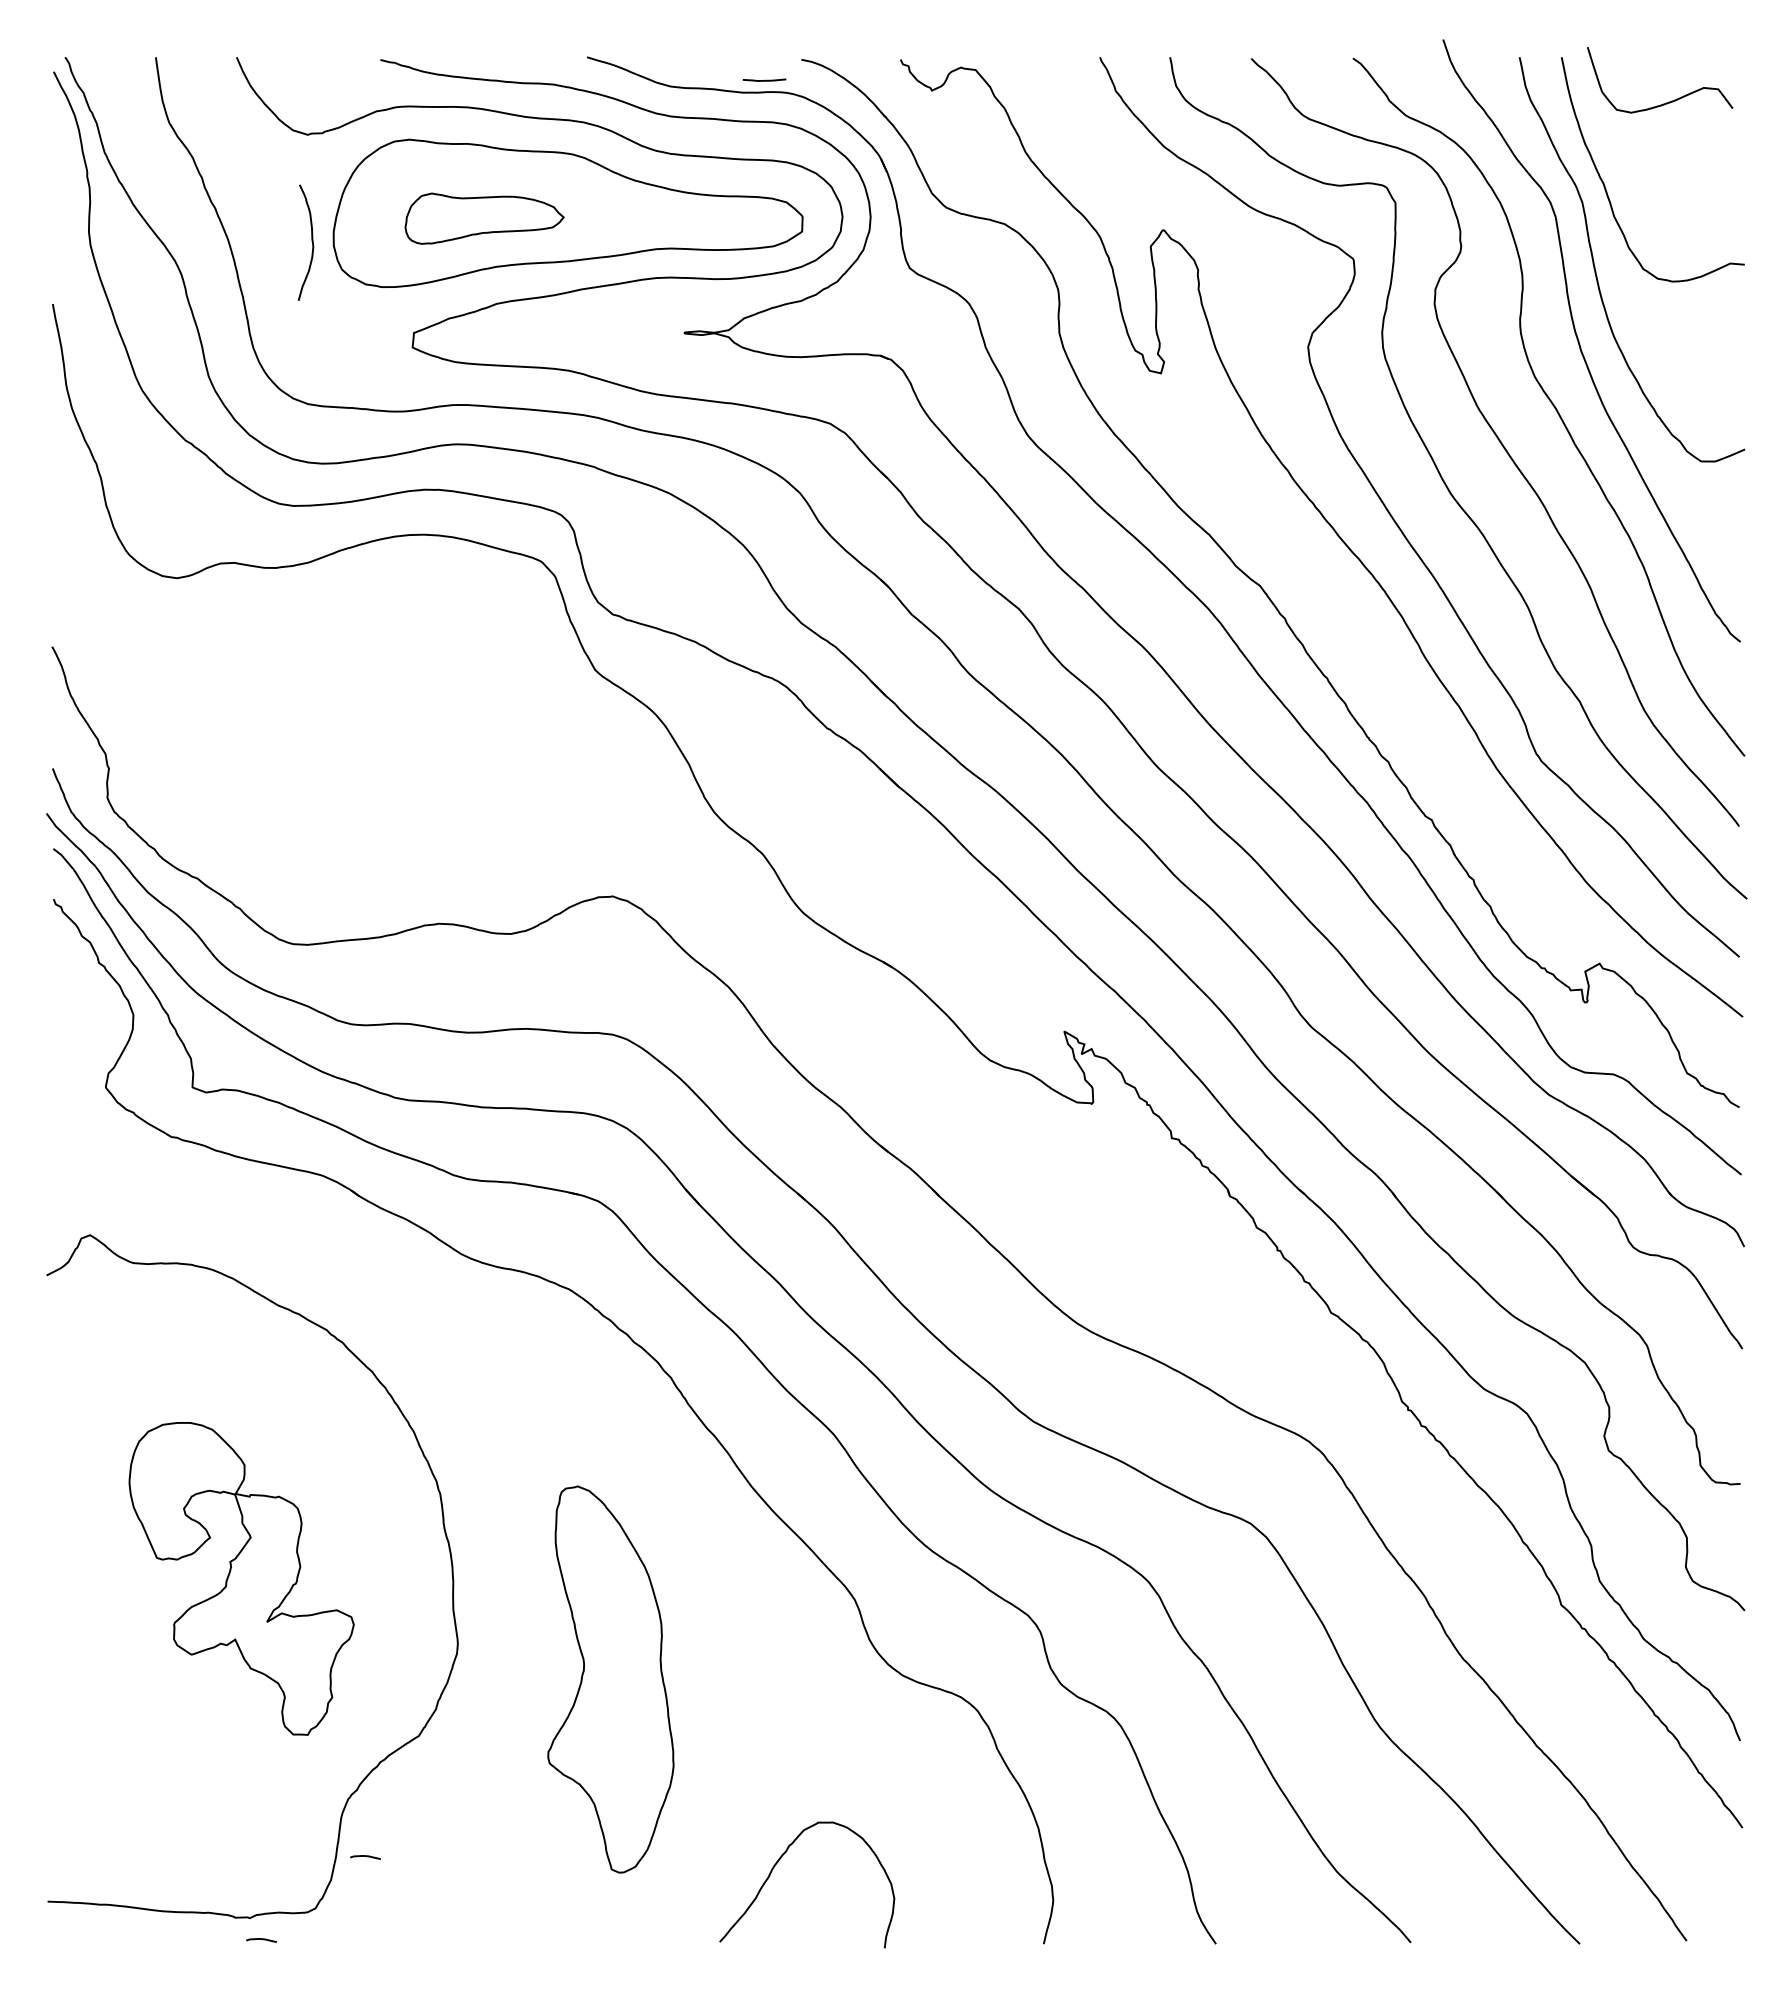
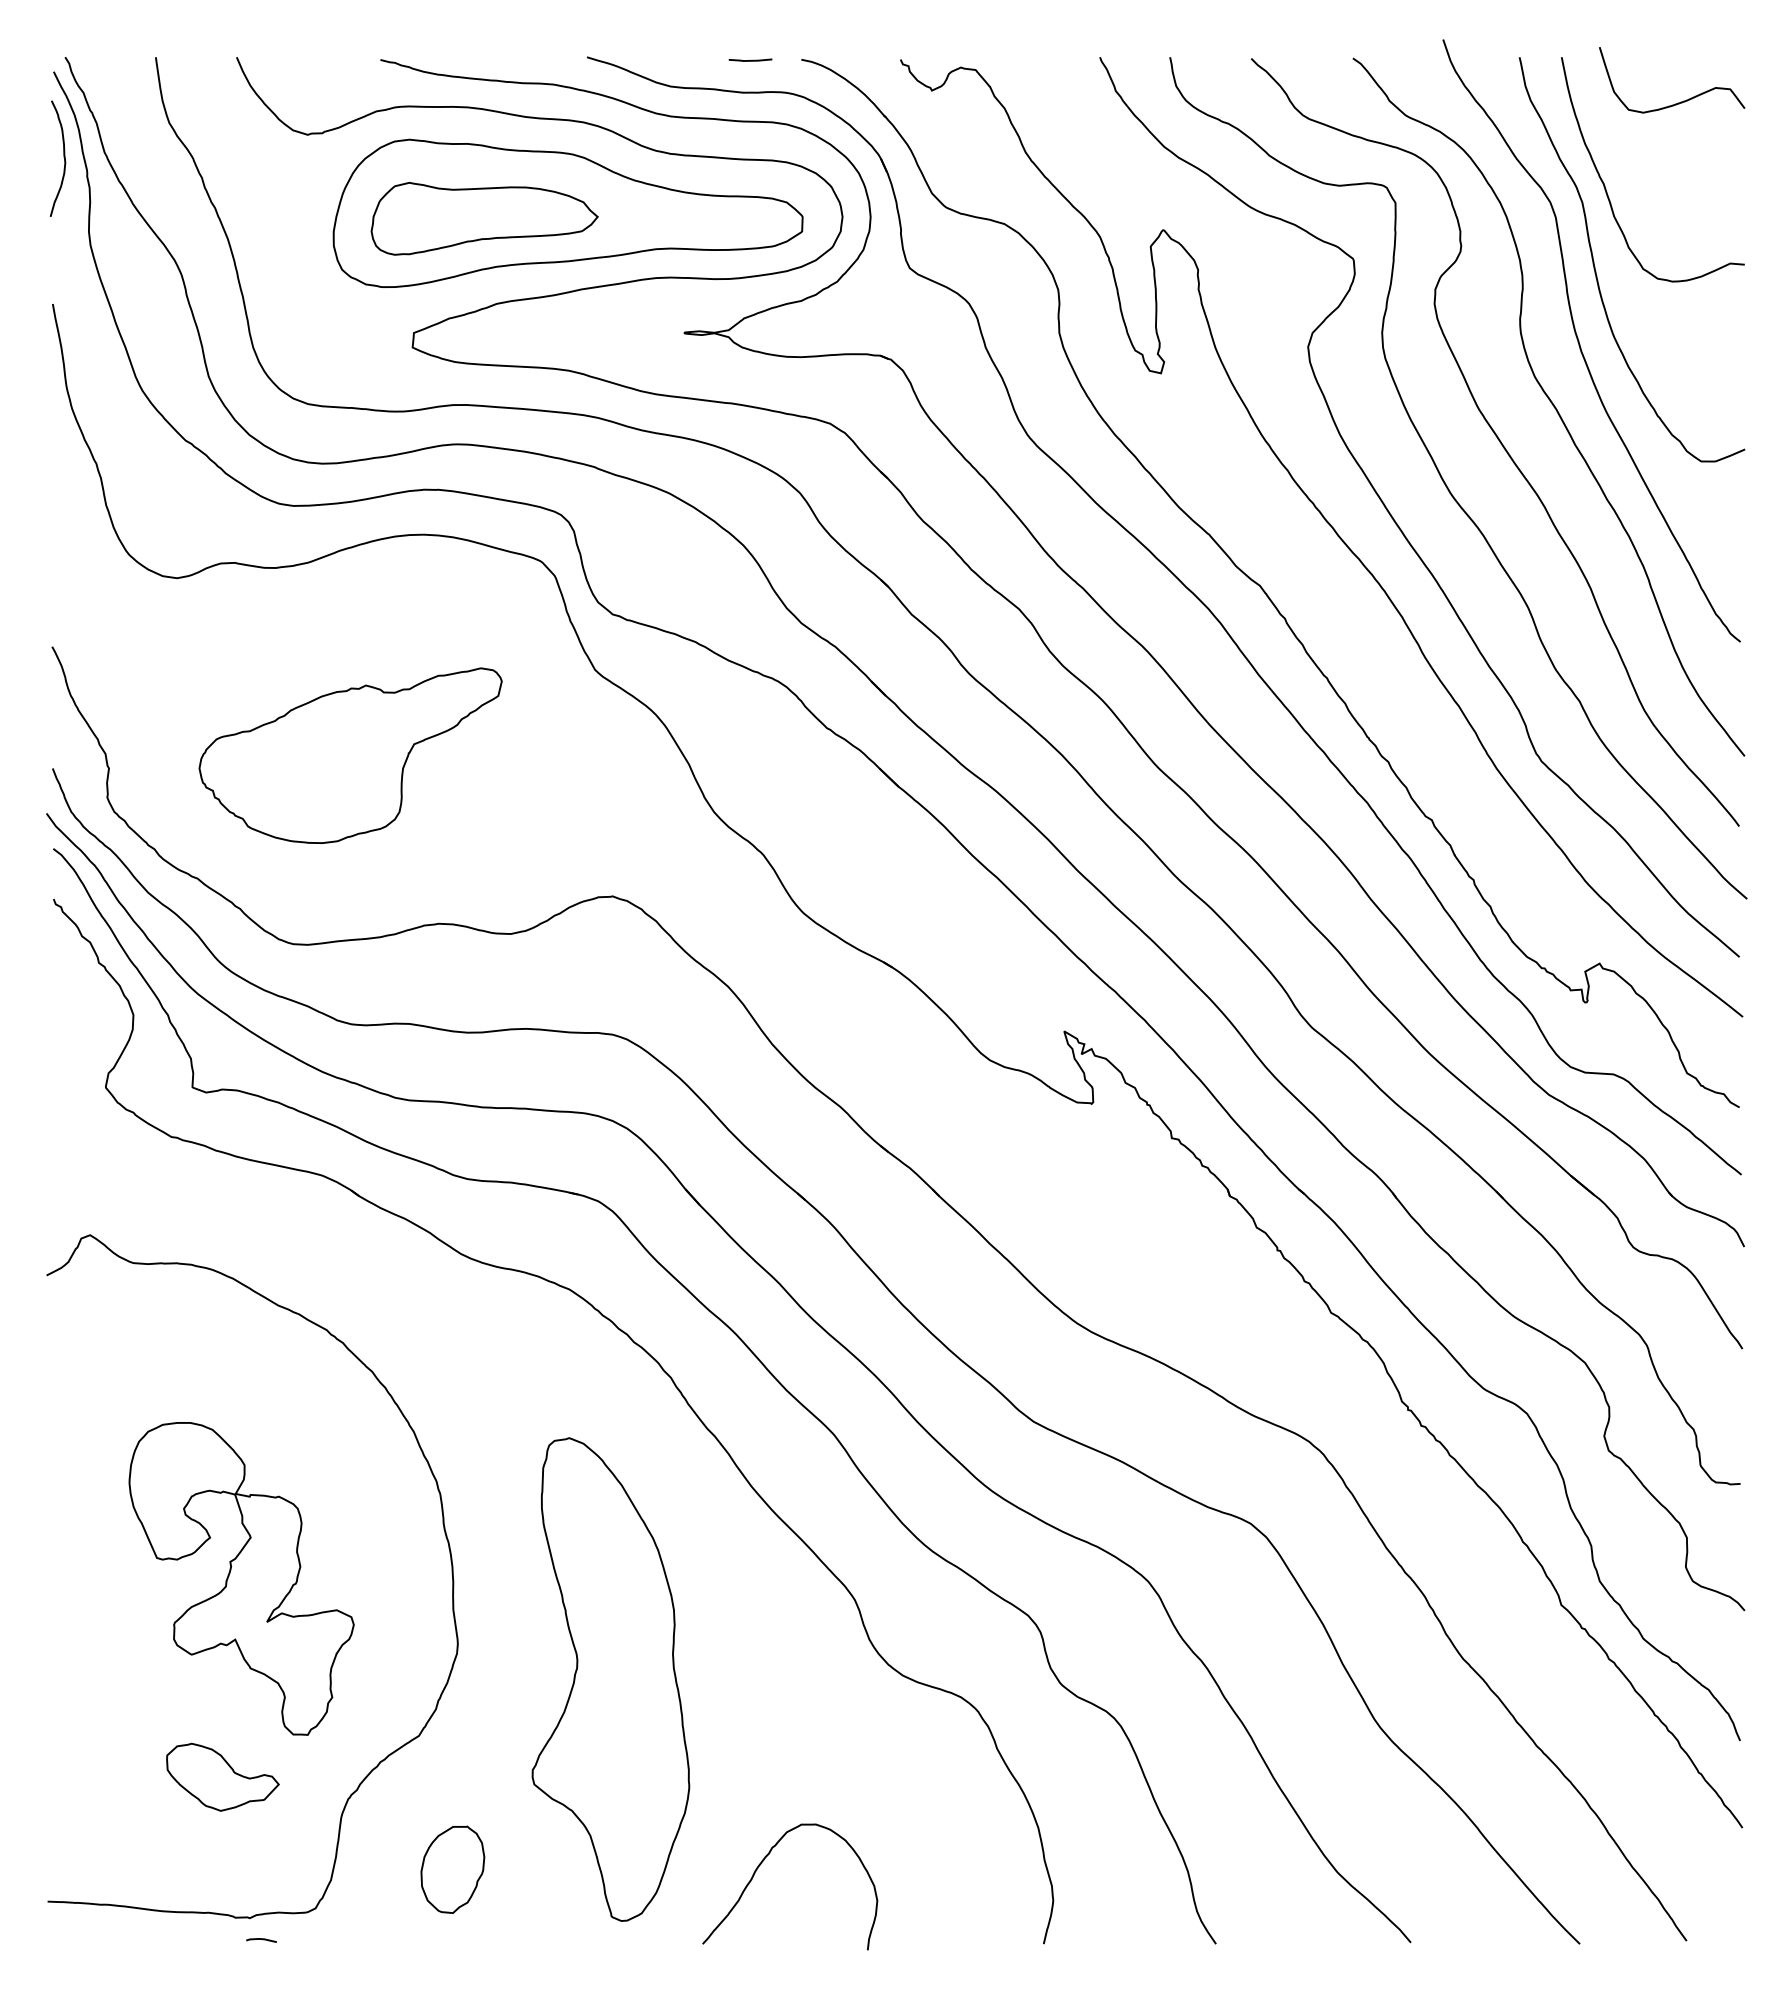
line at (765, 79) position: (765, 79) -> (751, 59)
curve at (1668, 101) position: (1668, 101) -> (1680, 101)
part at (484, 218) size: 161x53 px -> 229x75 px
curve at (311, 241) position: (311, 241) -> (63, 157)
part at (350, 755): none -> present
part at (610, 1679) size: 128x389 px -> 160x485 px
part at (222, 1776): none -> present
line at (365, 1856): present -> none
curve at (778, 1862) position: (778, 1862) -> (761, 1864)
part at (452, 1869): none -> present
